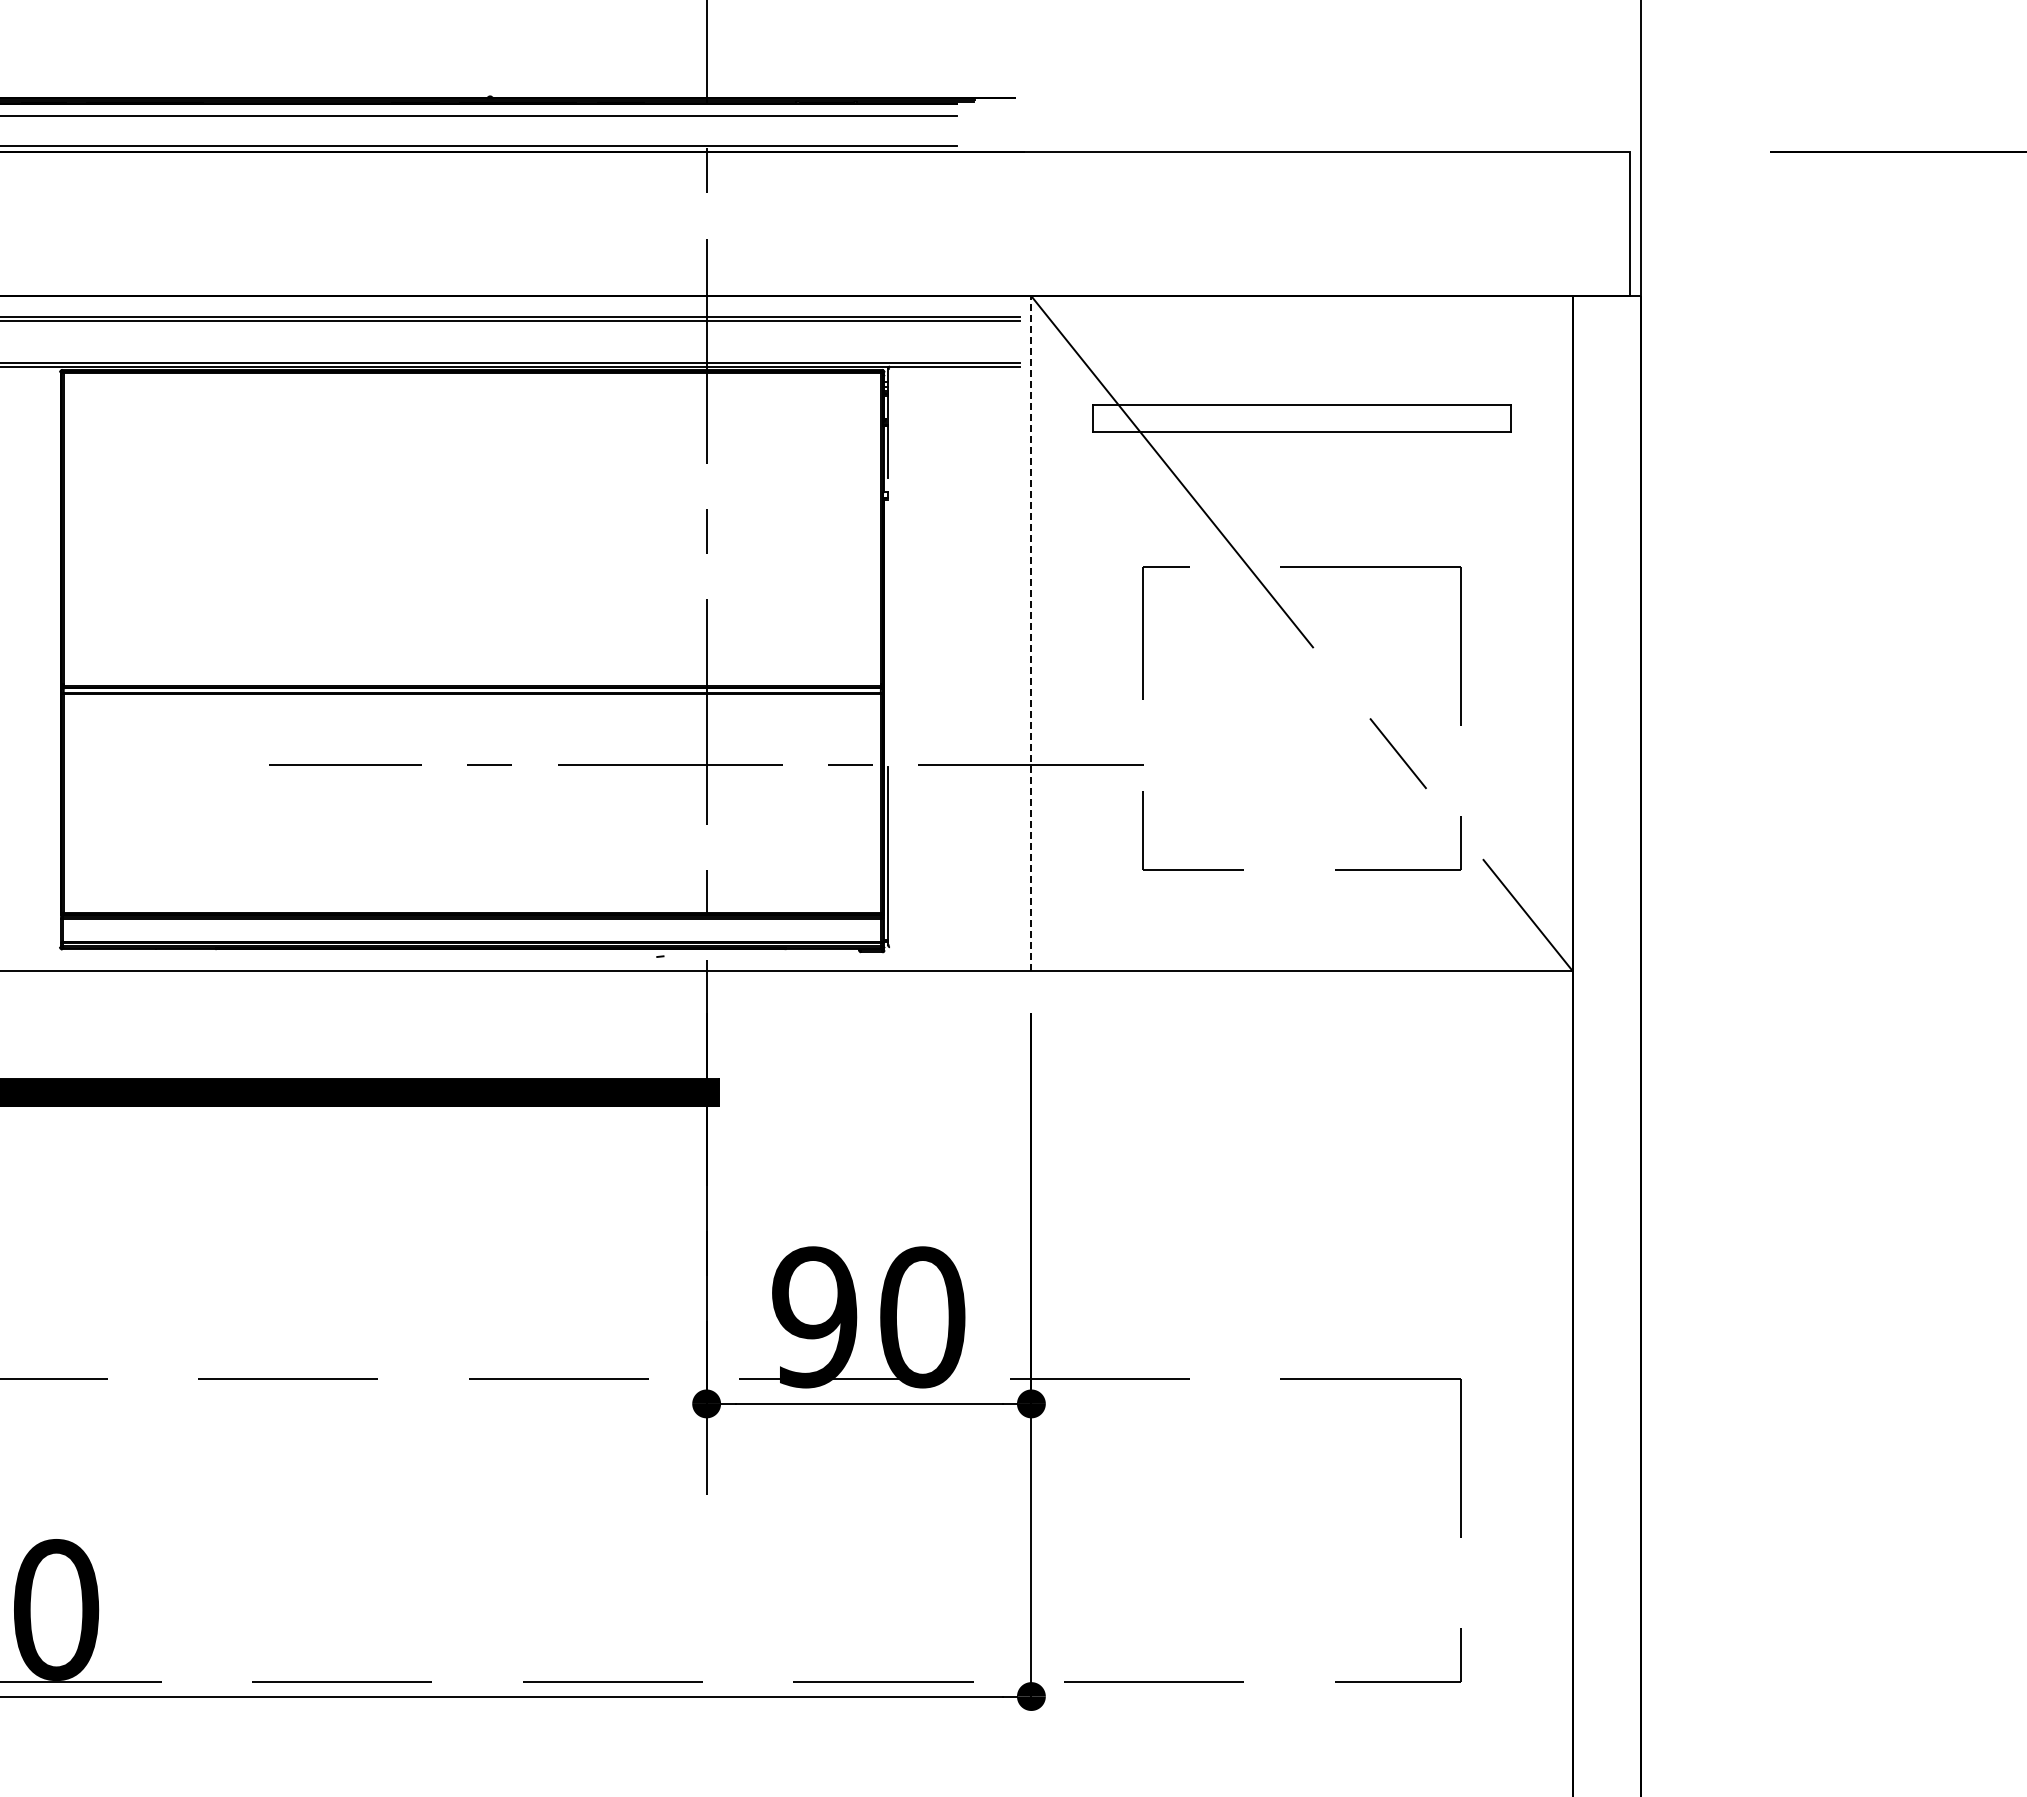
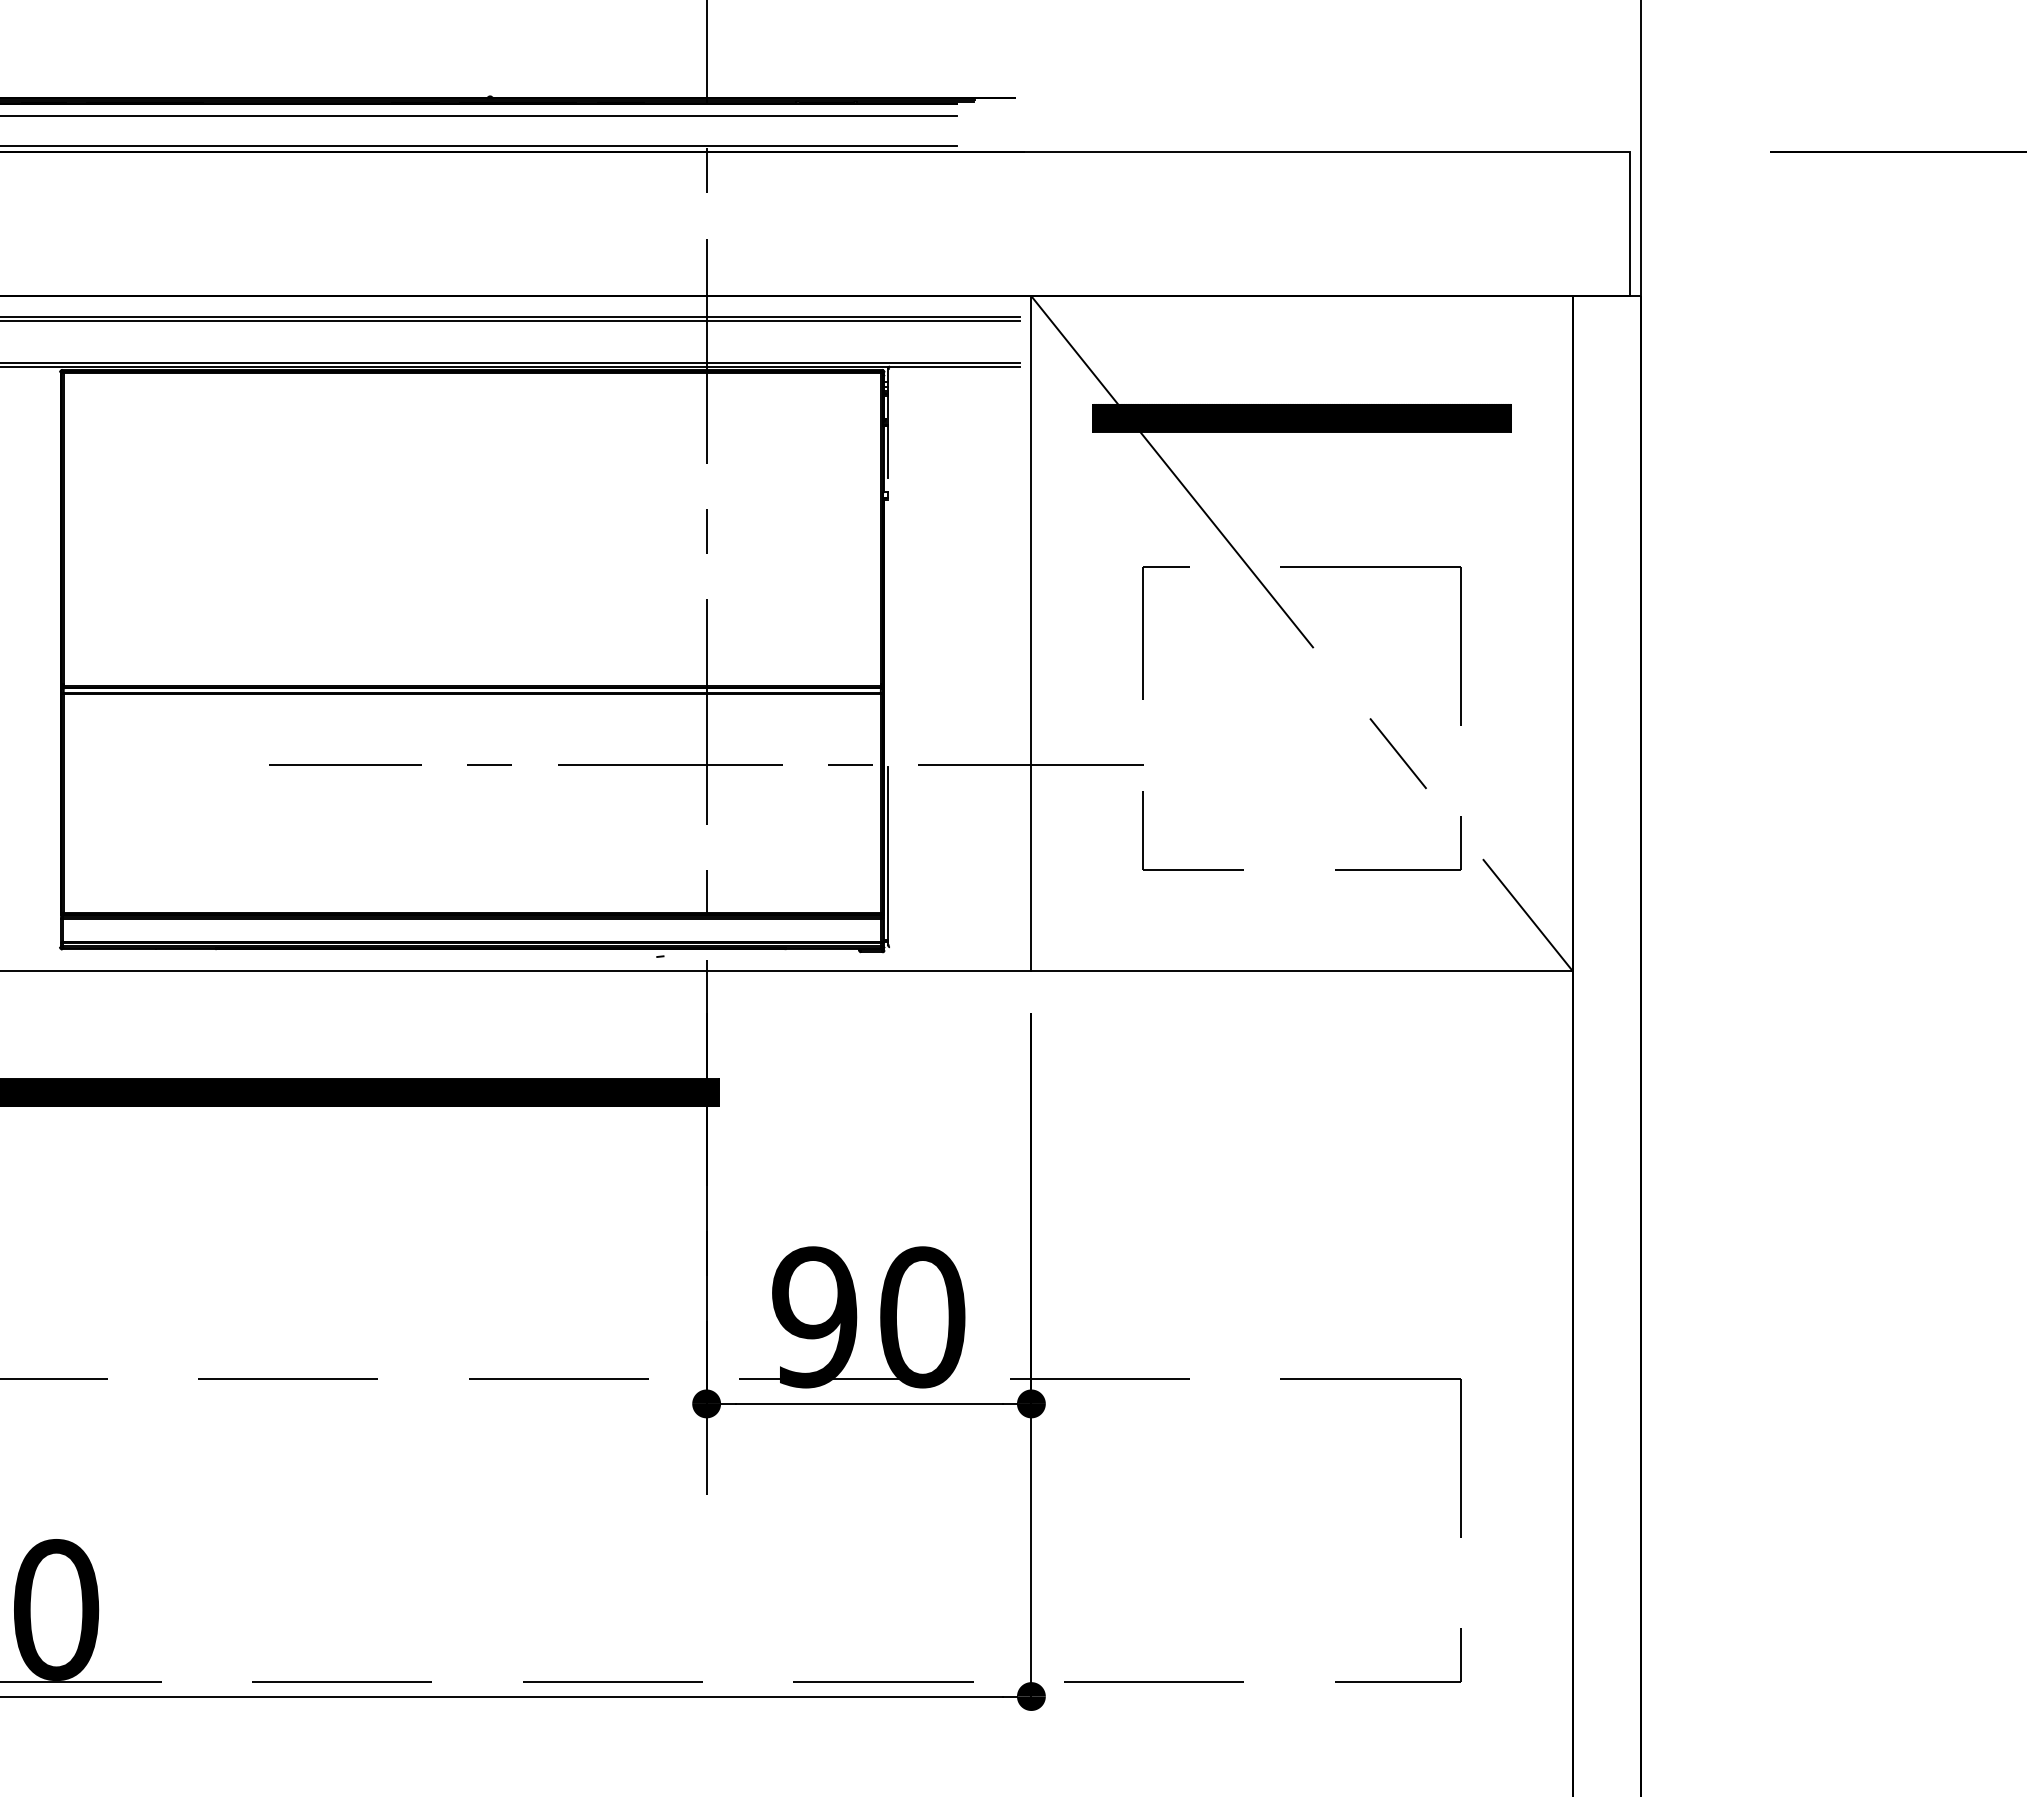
hatch at (1301, 417): none -> present
line at (1031, 633): dashed -> solid
